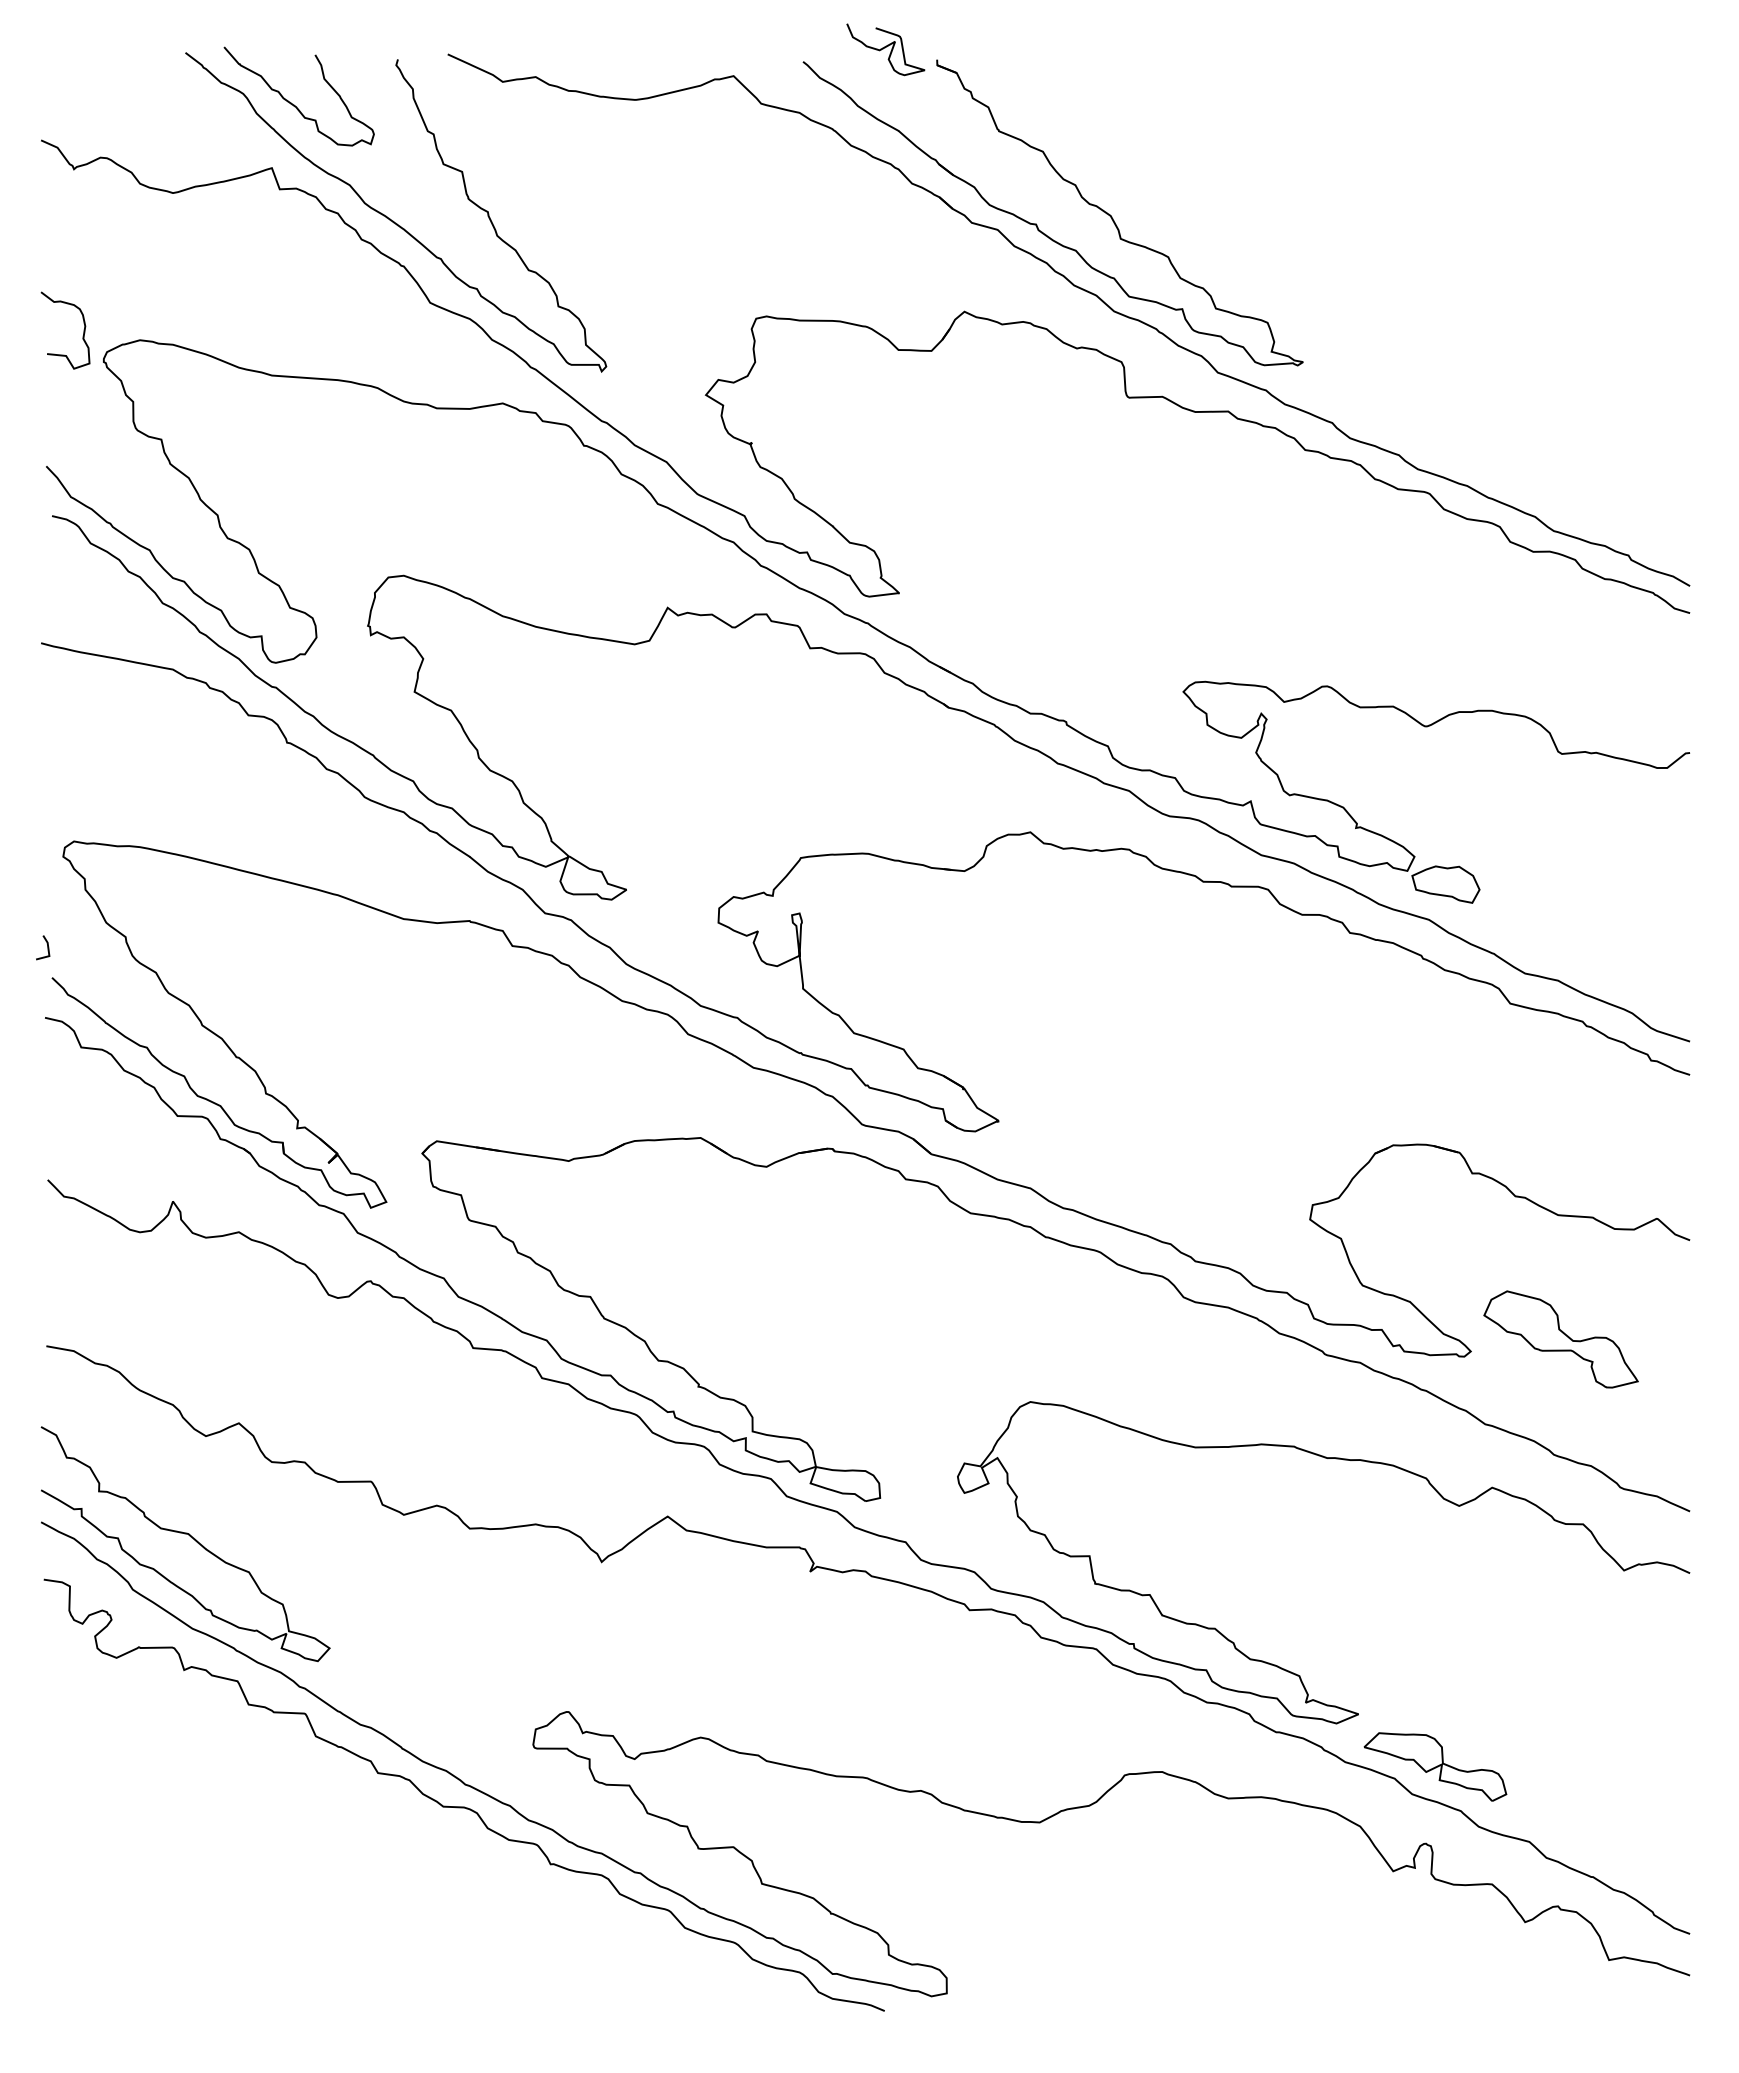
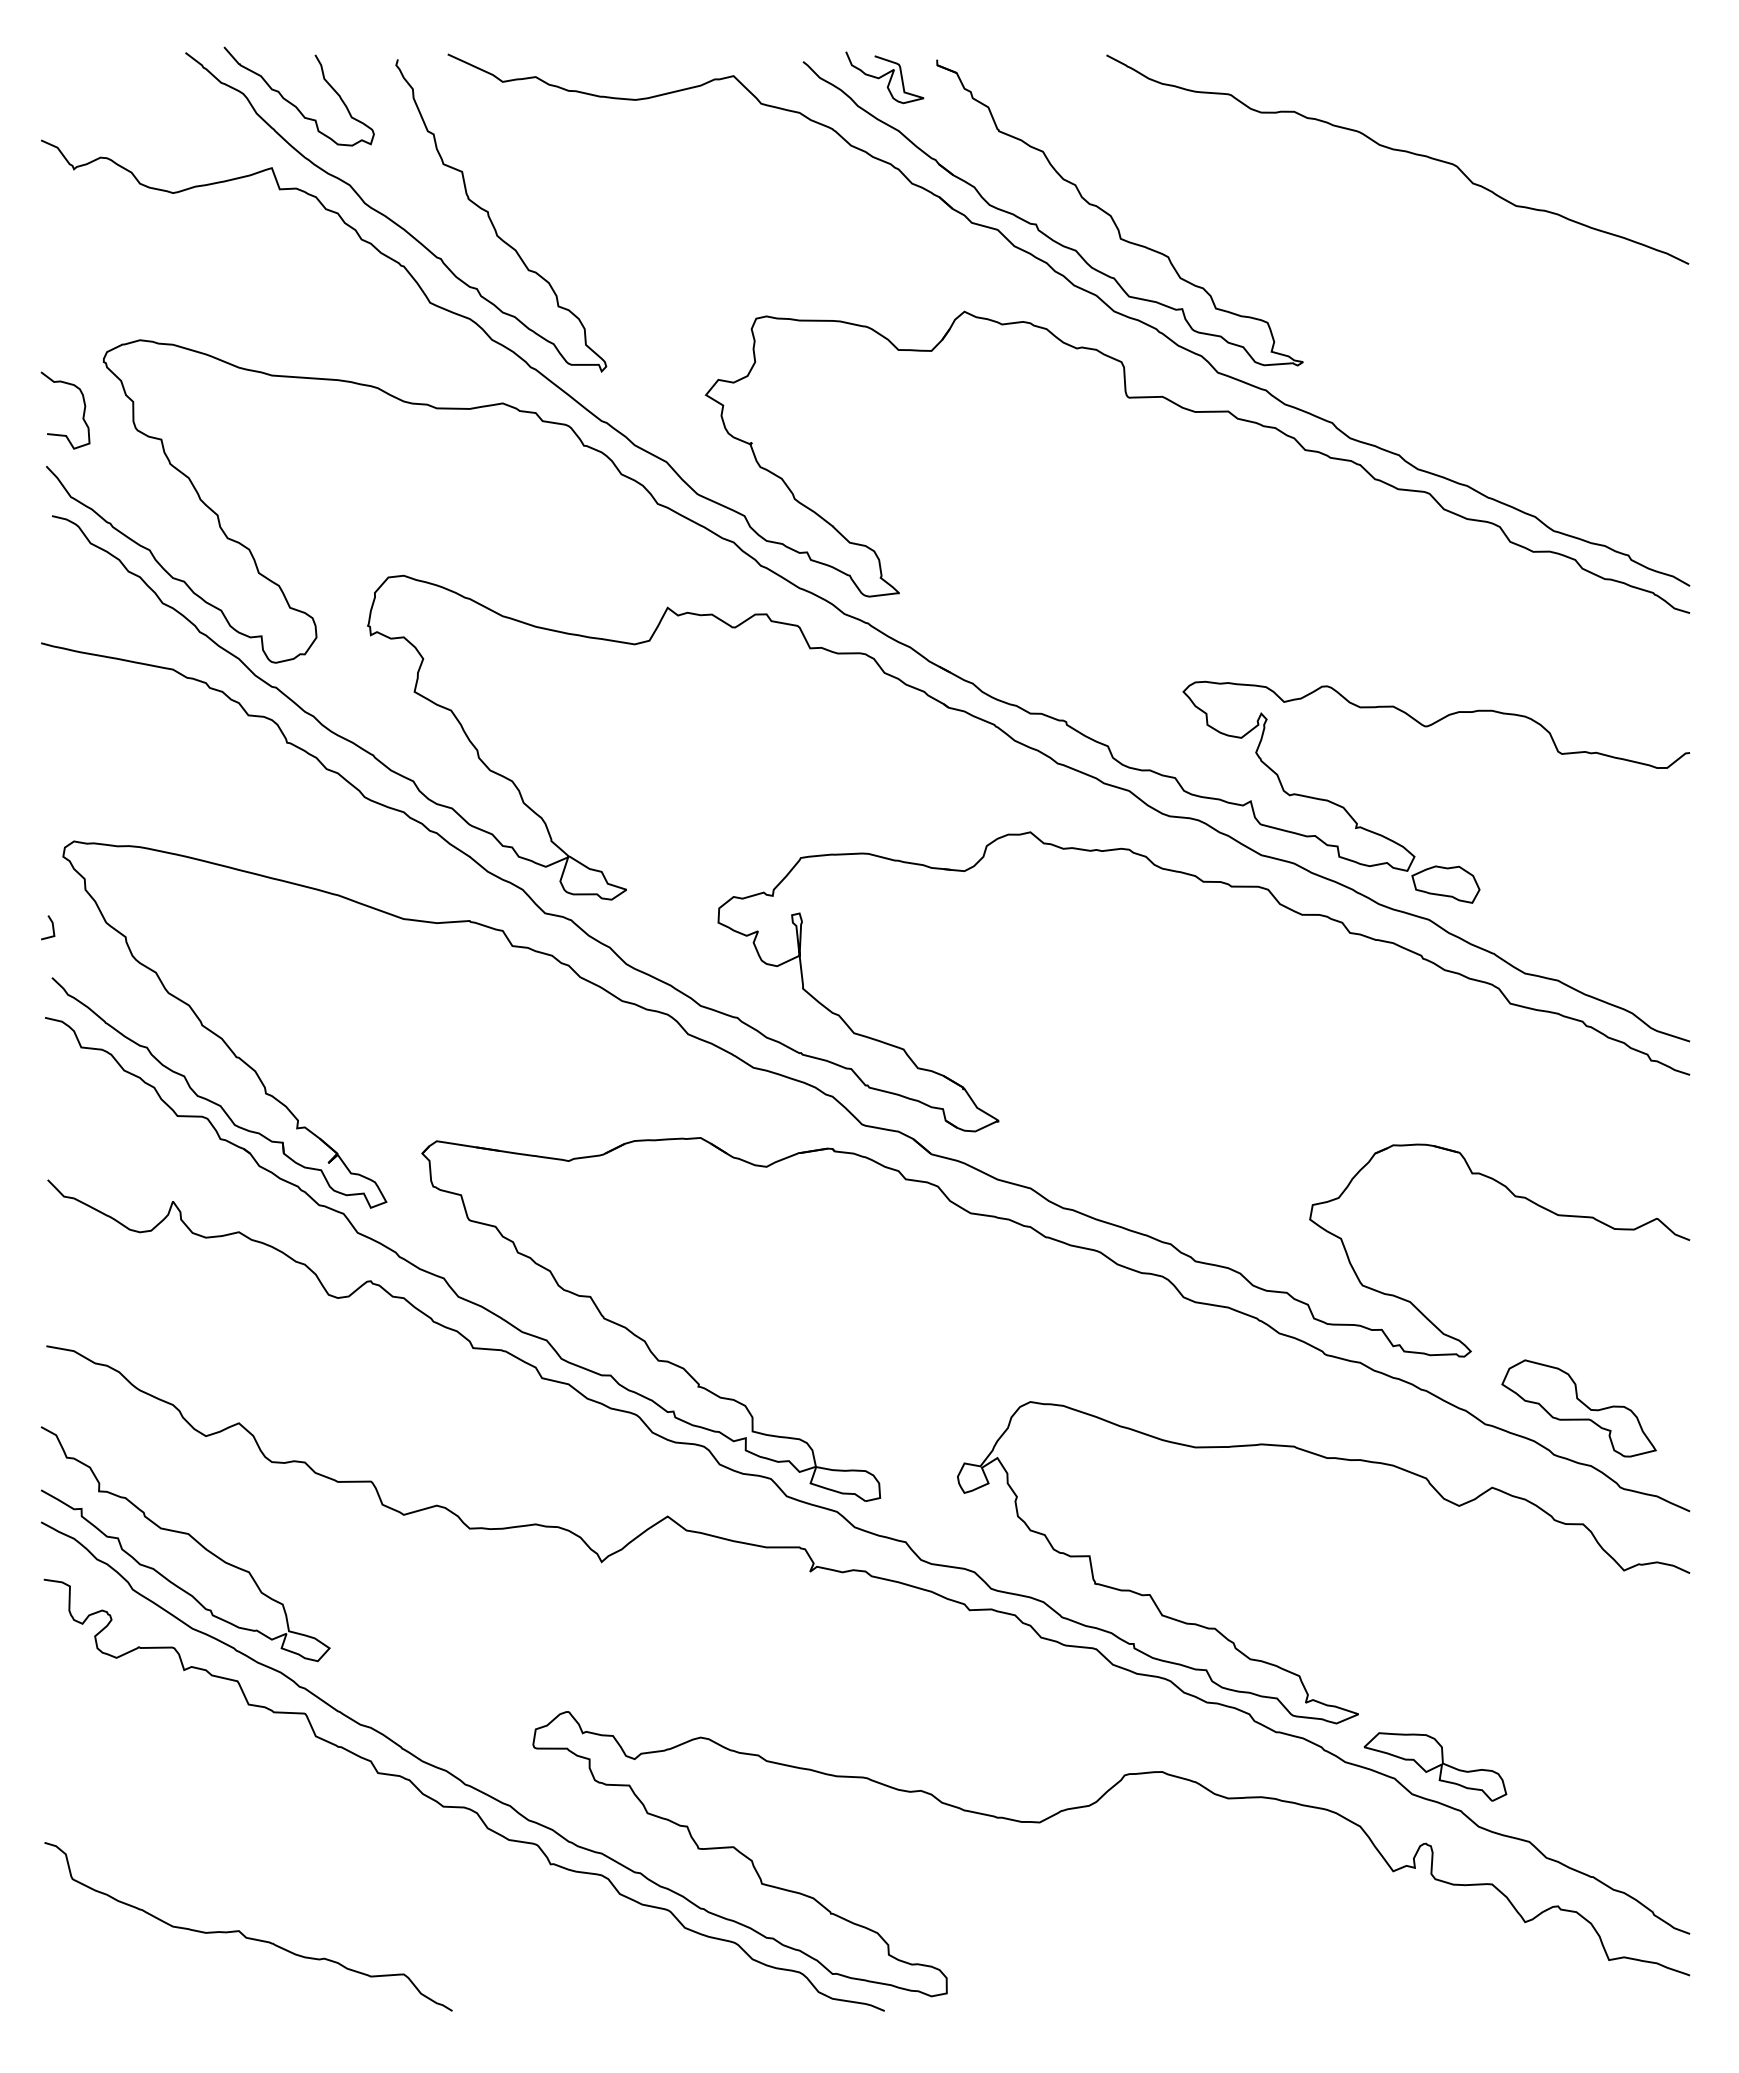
curve at (885, 48) position: (885, 48) -> (884, 76)
curve at (1398, 151): none -> present
curve at (83, 330) position: (83, 330) -> (83, 410)
line at (47, 947) position: (47, 947) -> (52, 927)
part at (1560, 1339) position: (1560, 1339) -> (1578, 1408)
curve at (243, 1933): none -> present
